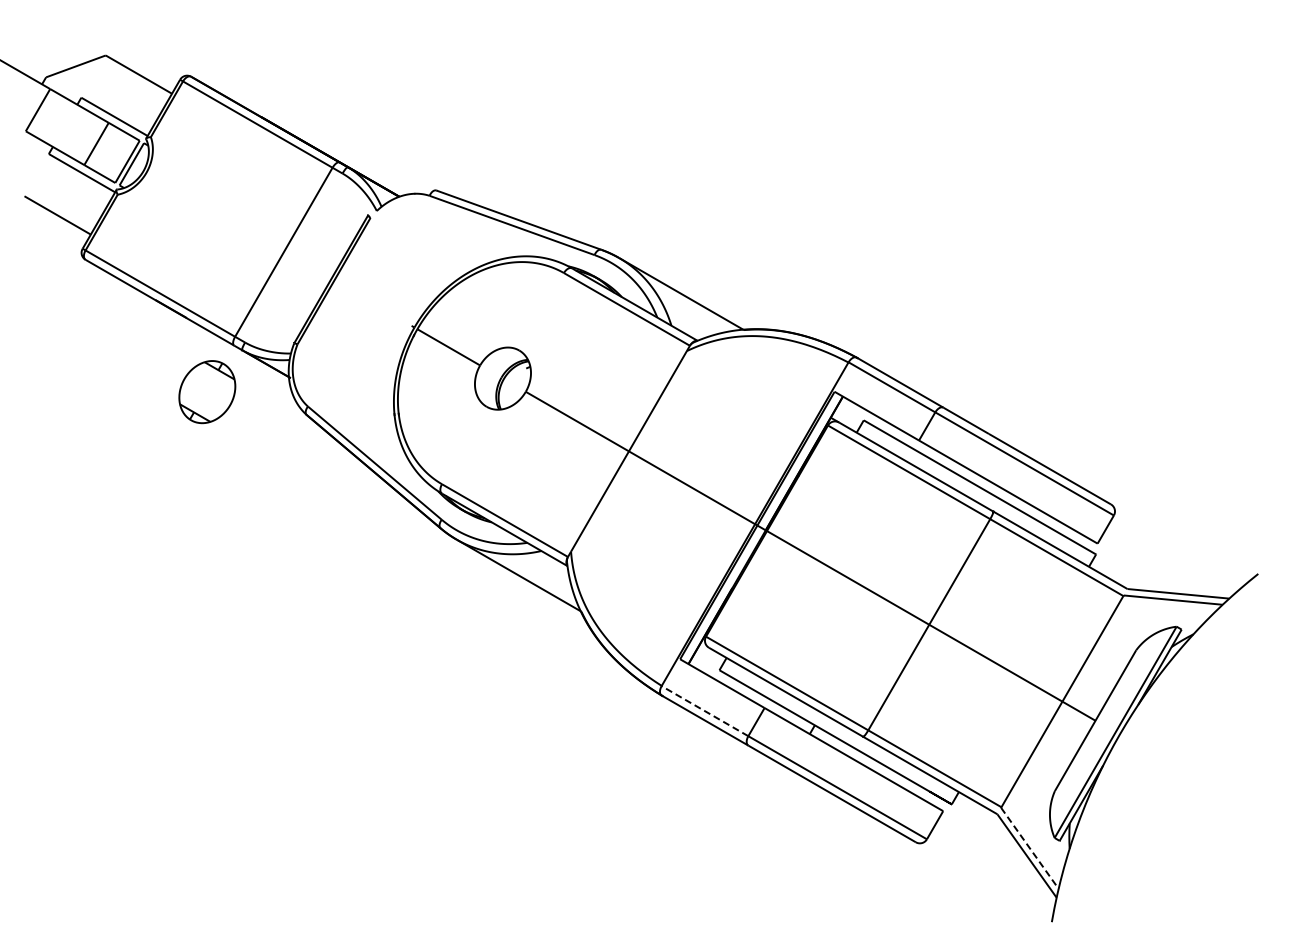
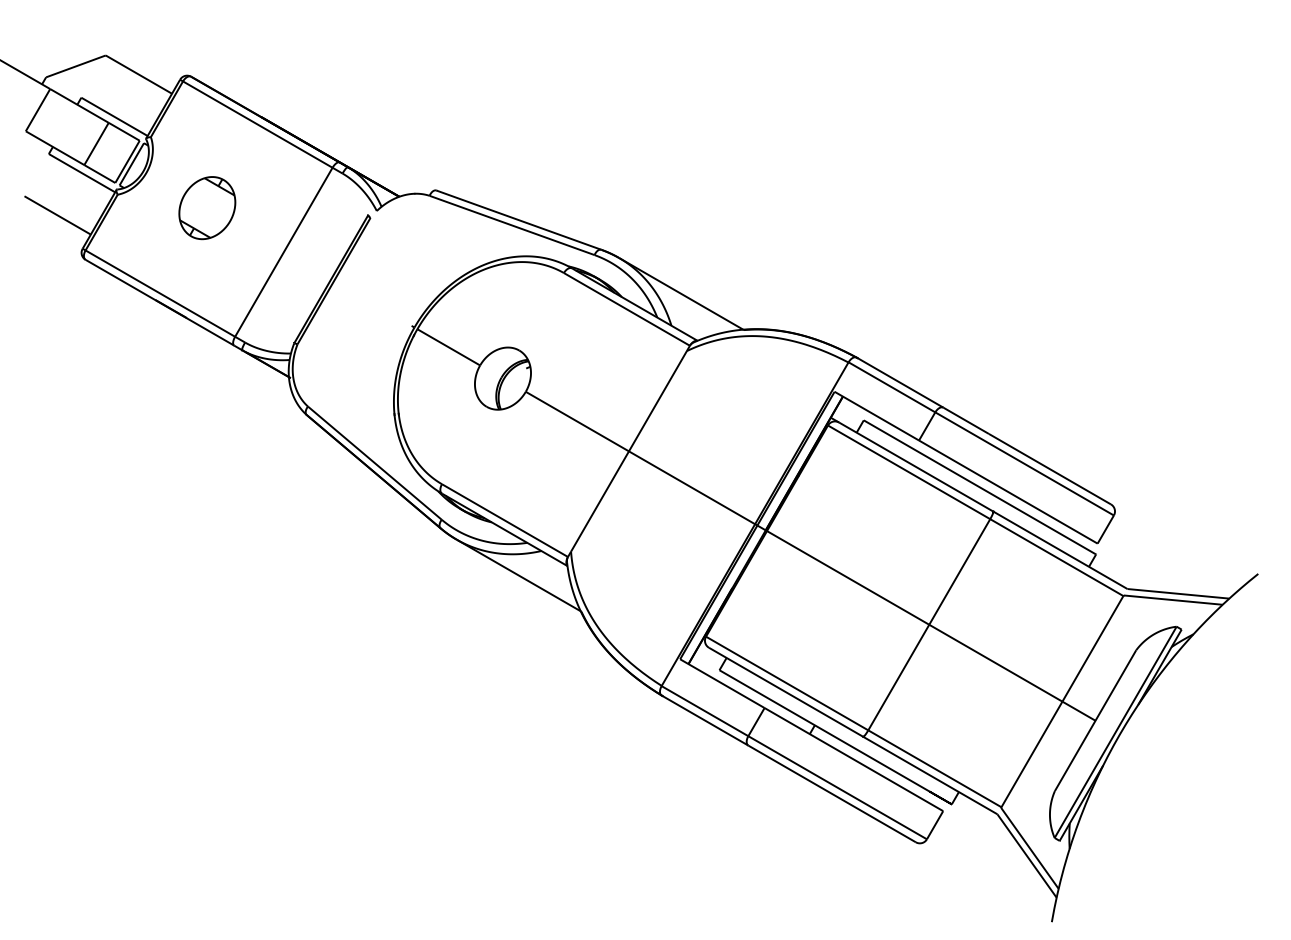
part at (207, 392) position: (207, 392) -> (207, 208)
line at (704, 710): dashed -> solid
line at (1029, 848): dashed -> solid
